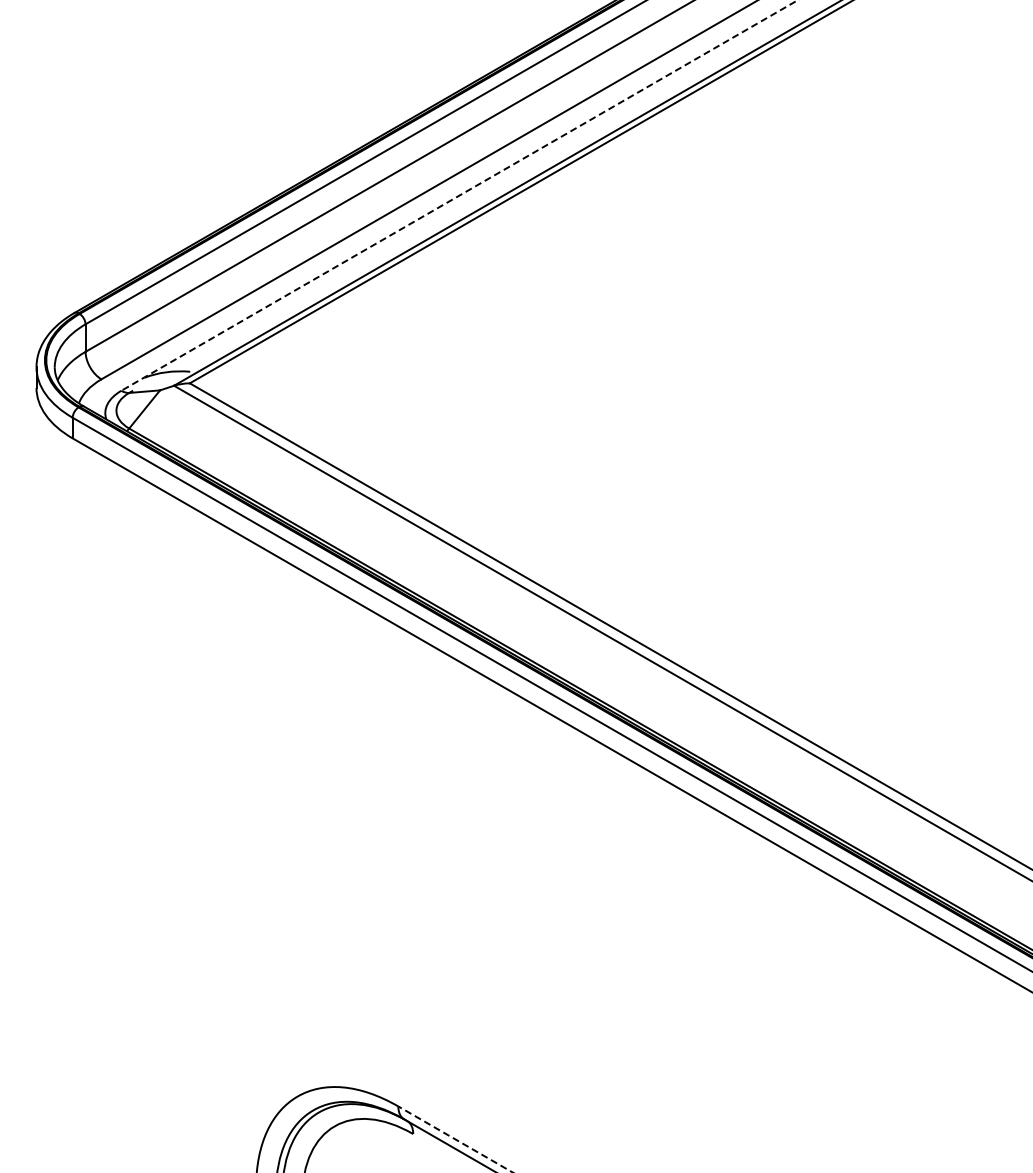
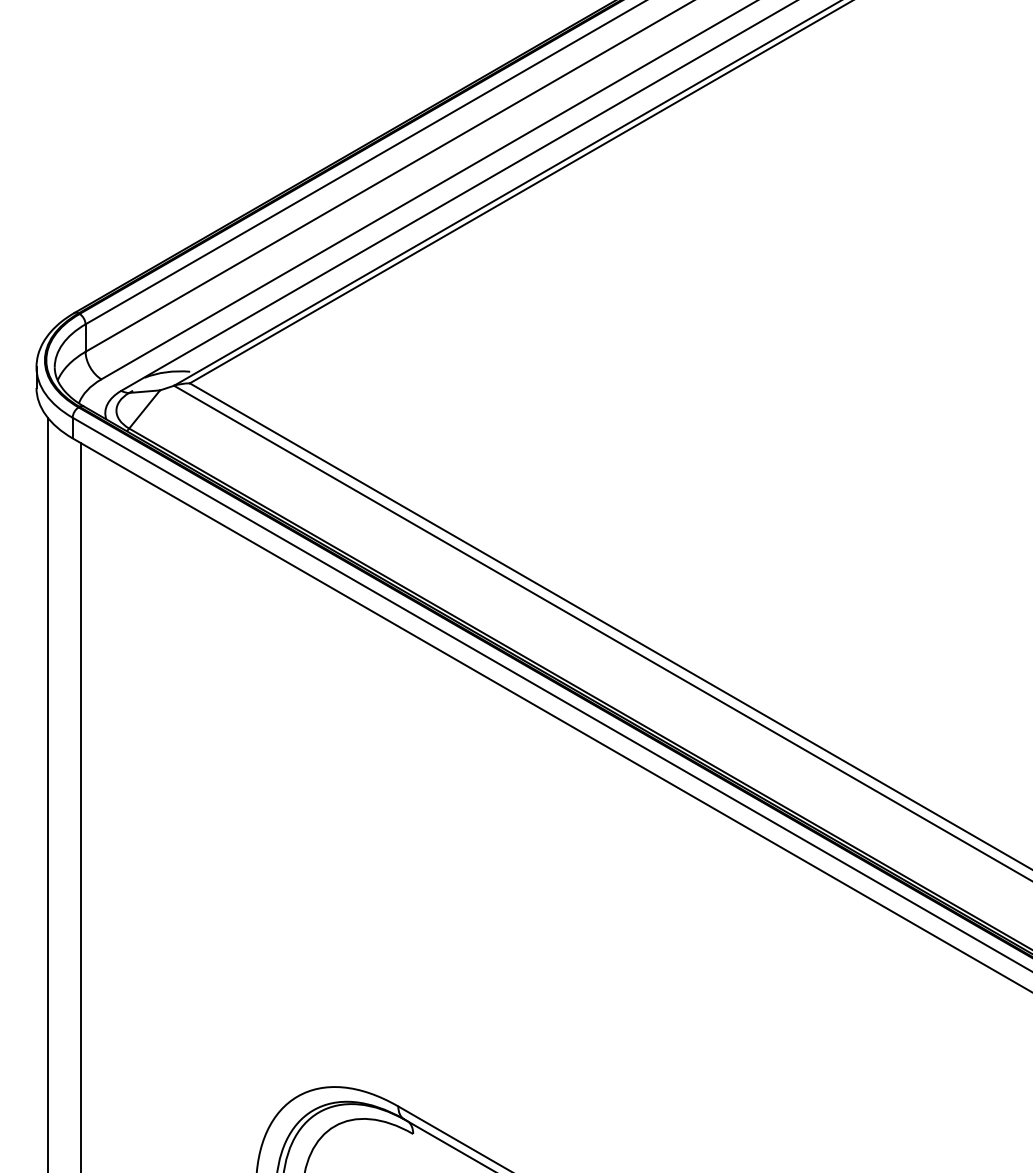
line at (459, 195): dashed -> solid
line at (47, 793): none -> present
line at (80, 805): none -> present
line at (455, 1139): dashed -> solid
